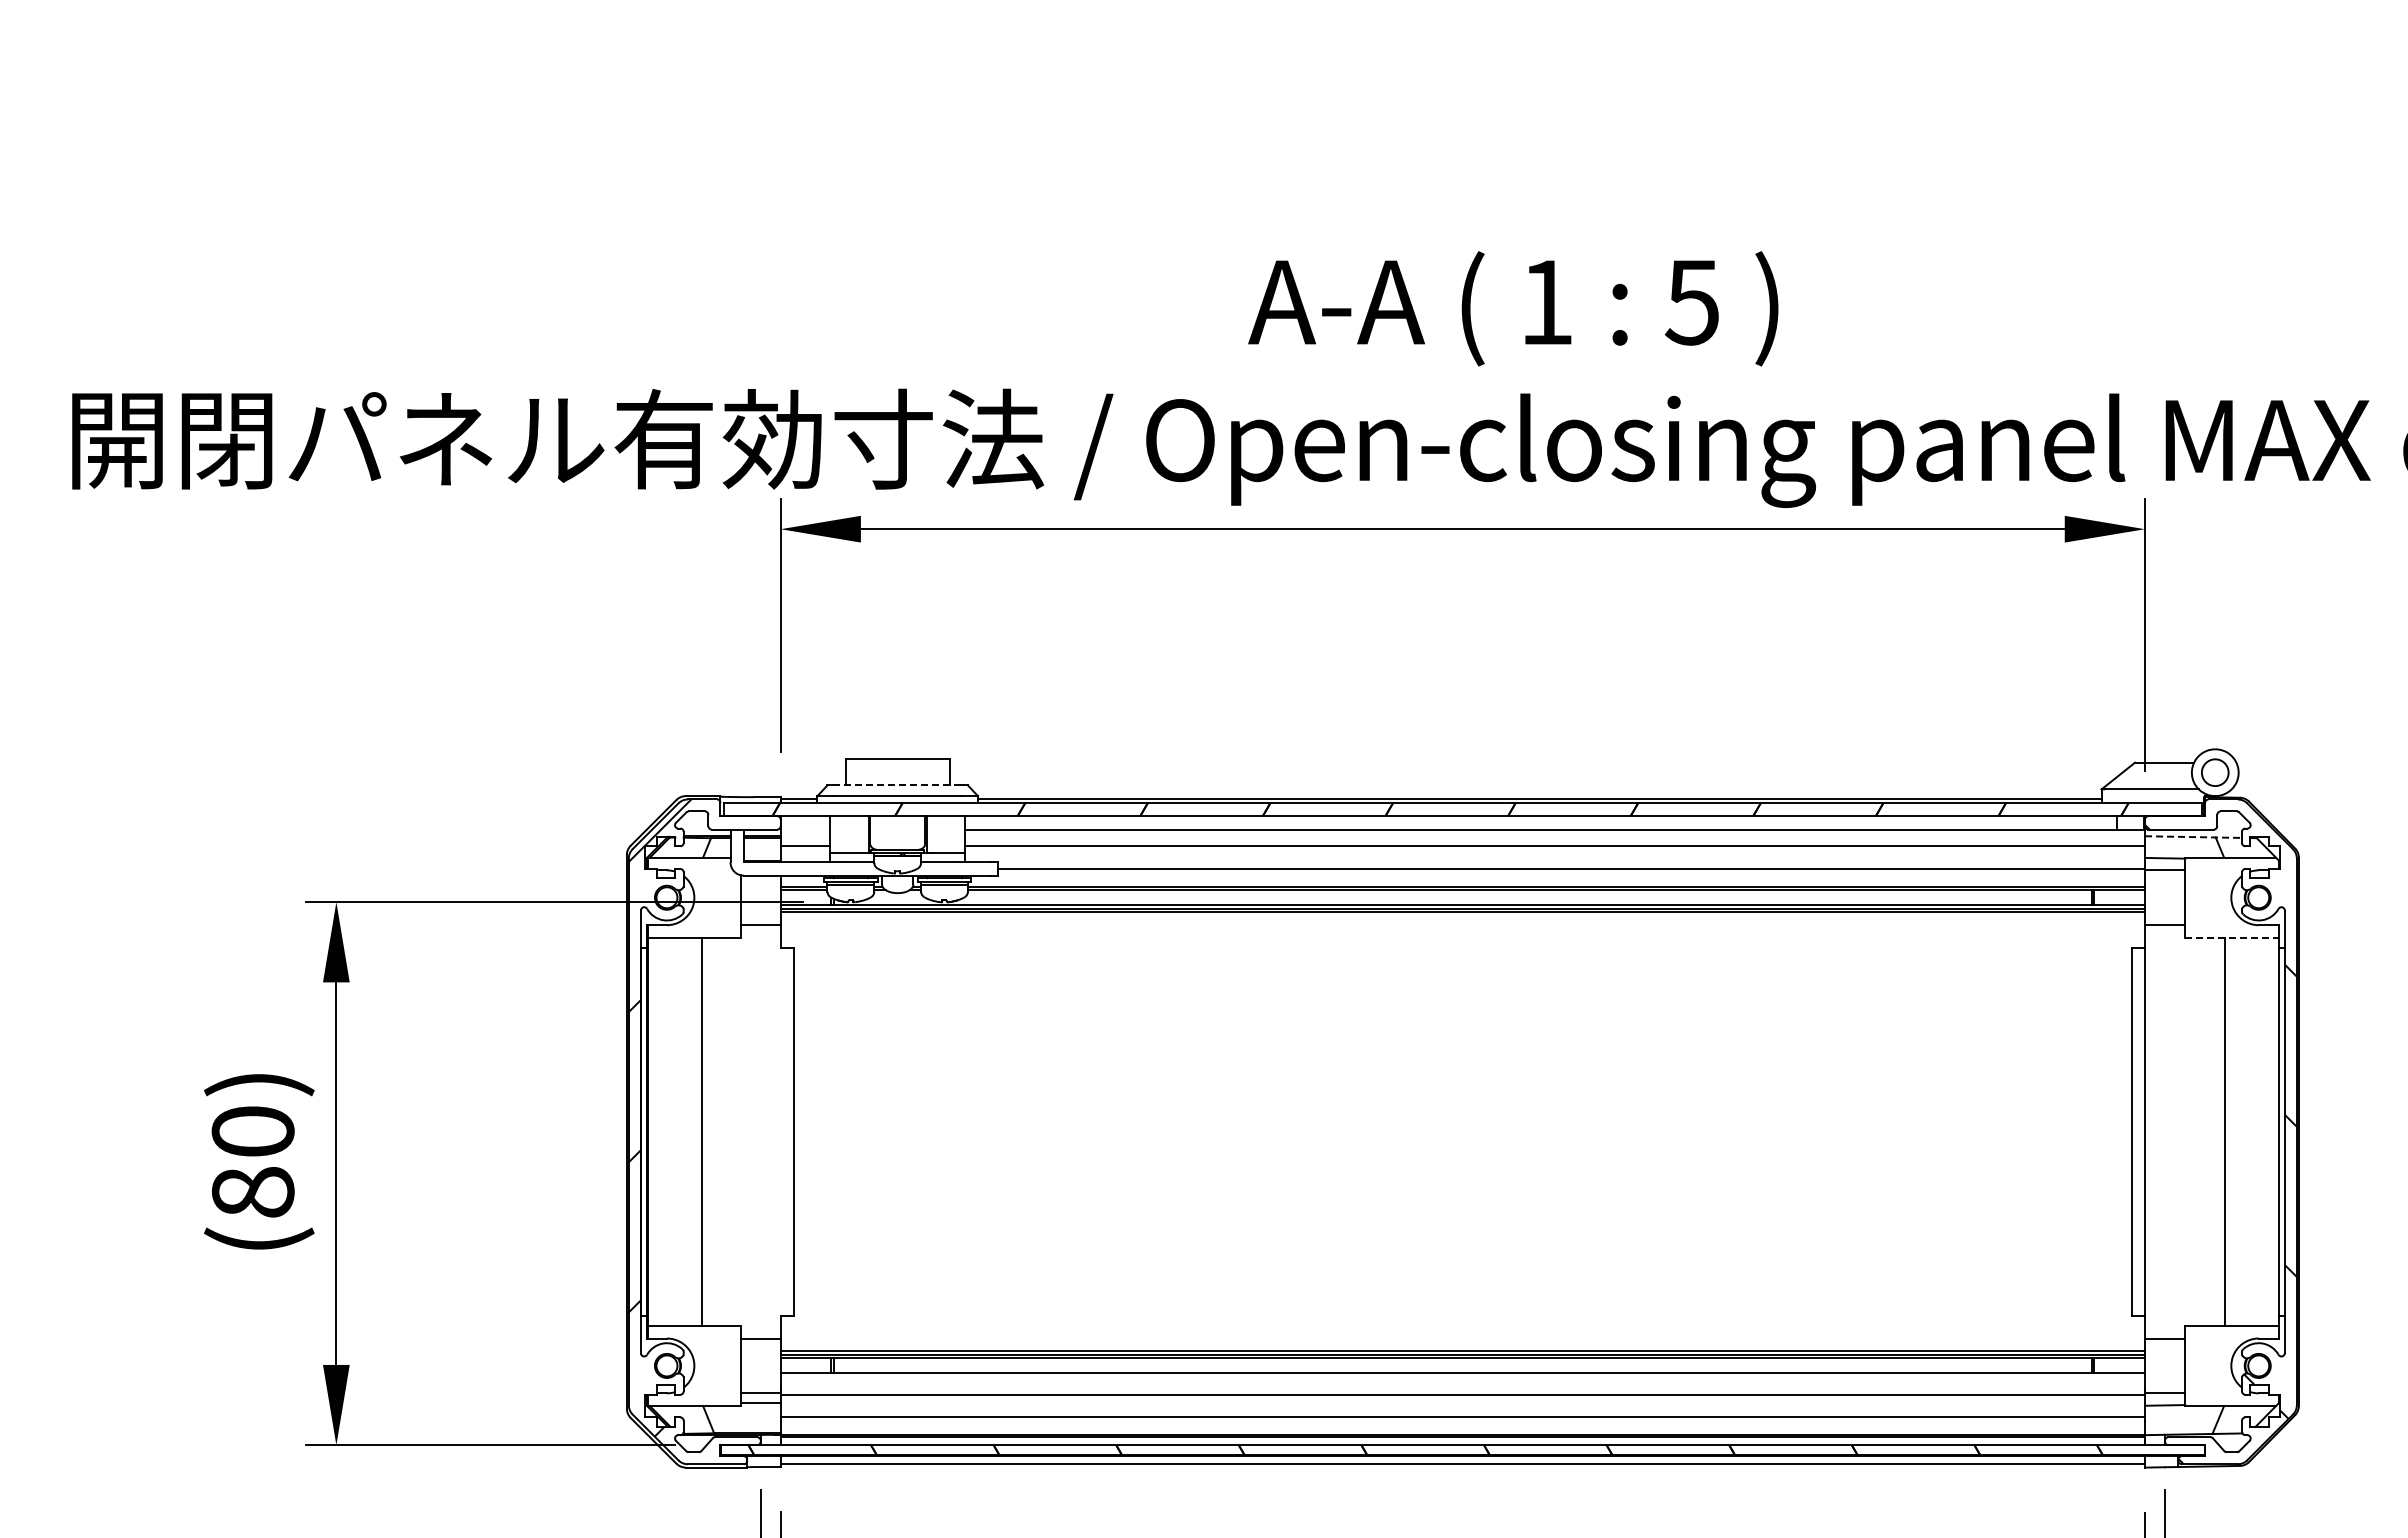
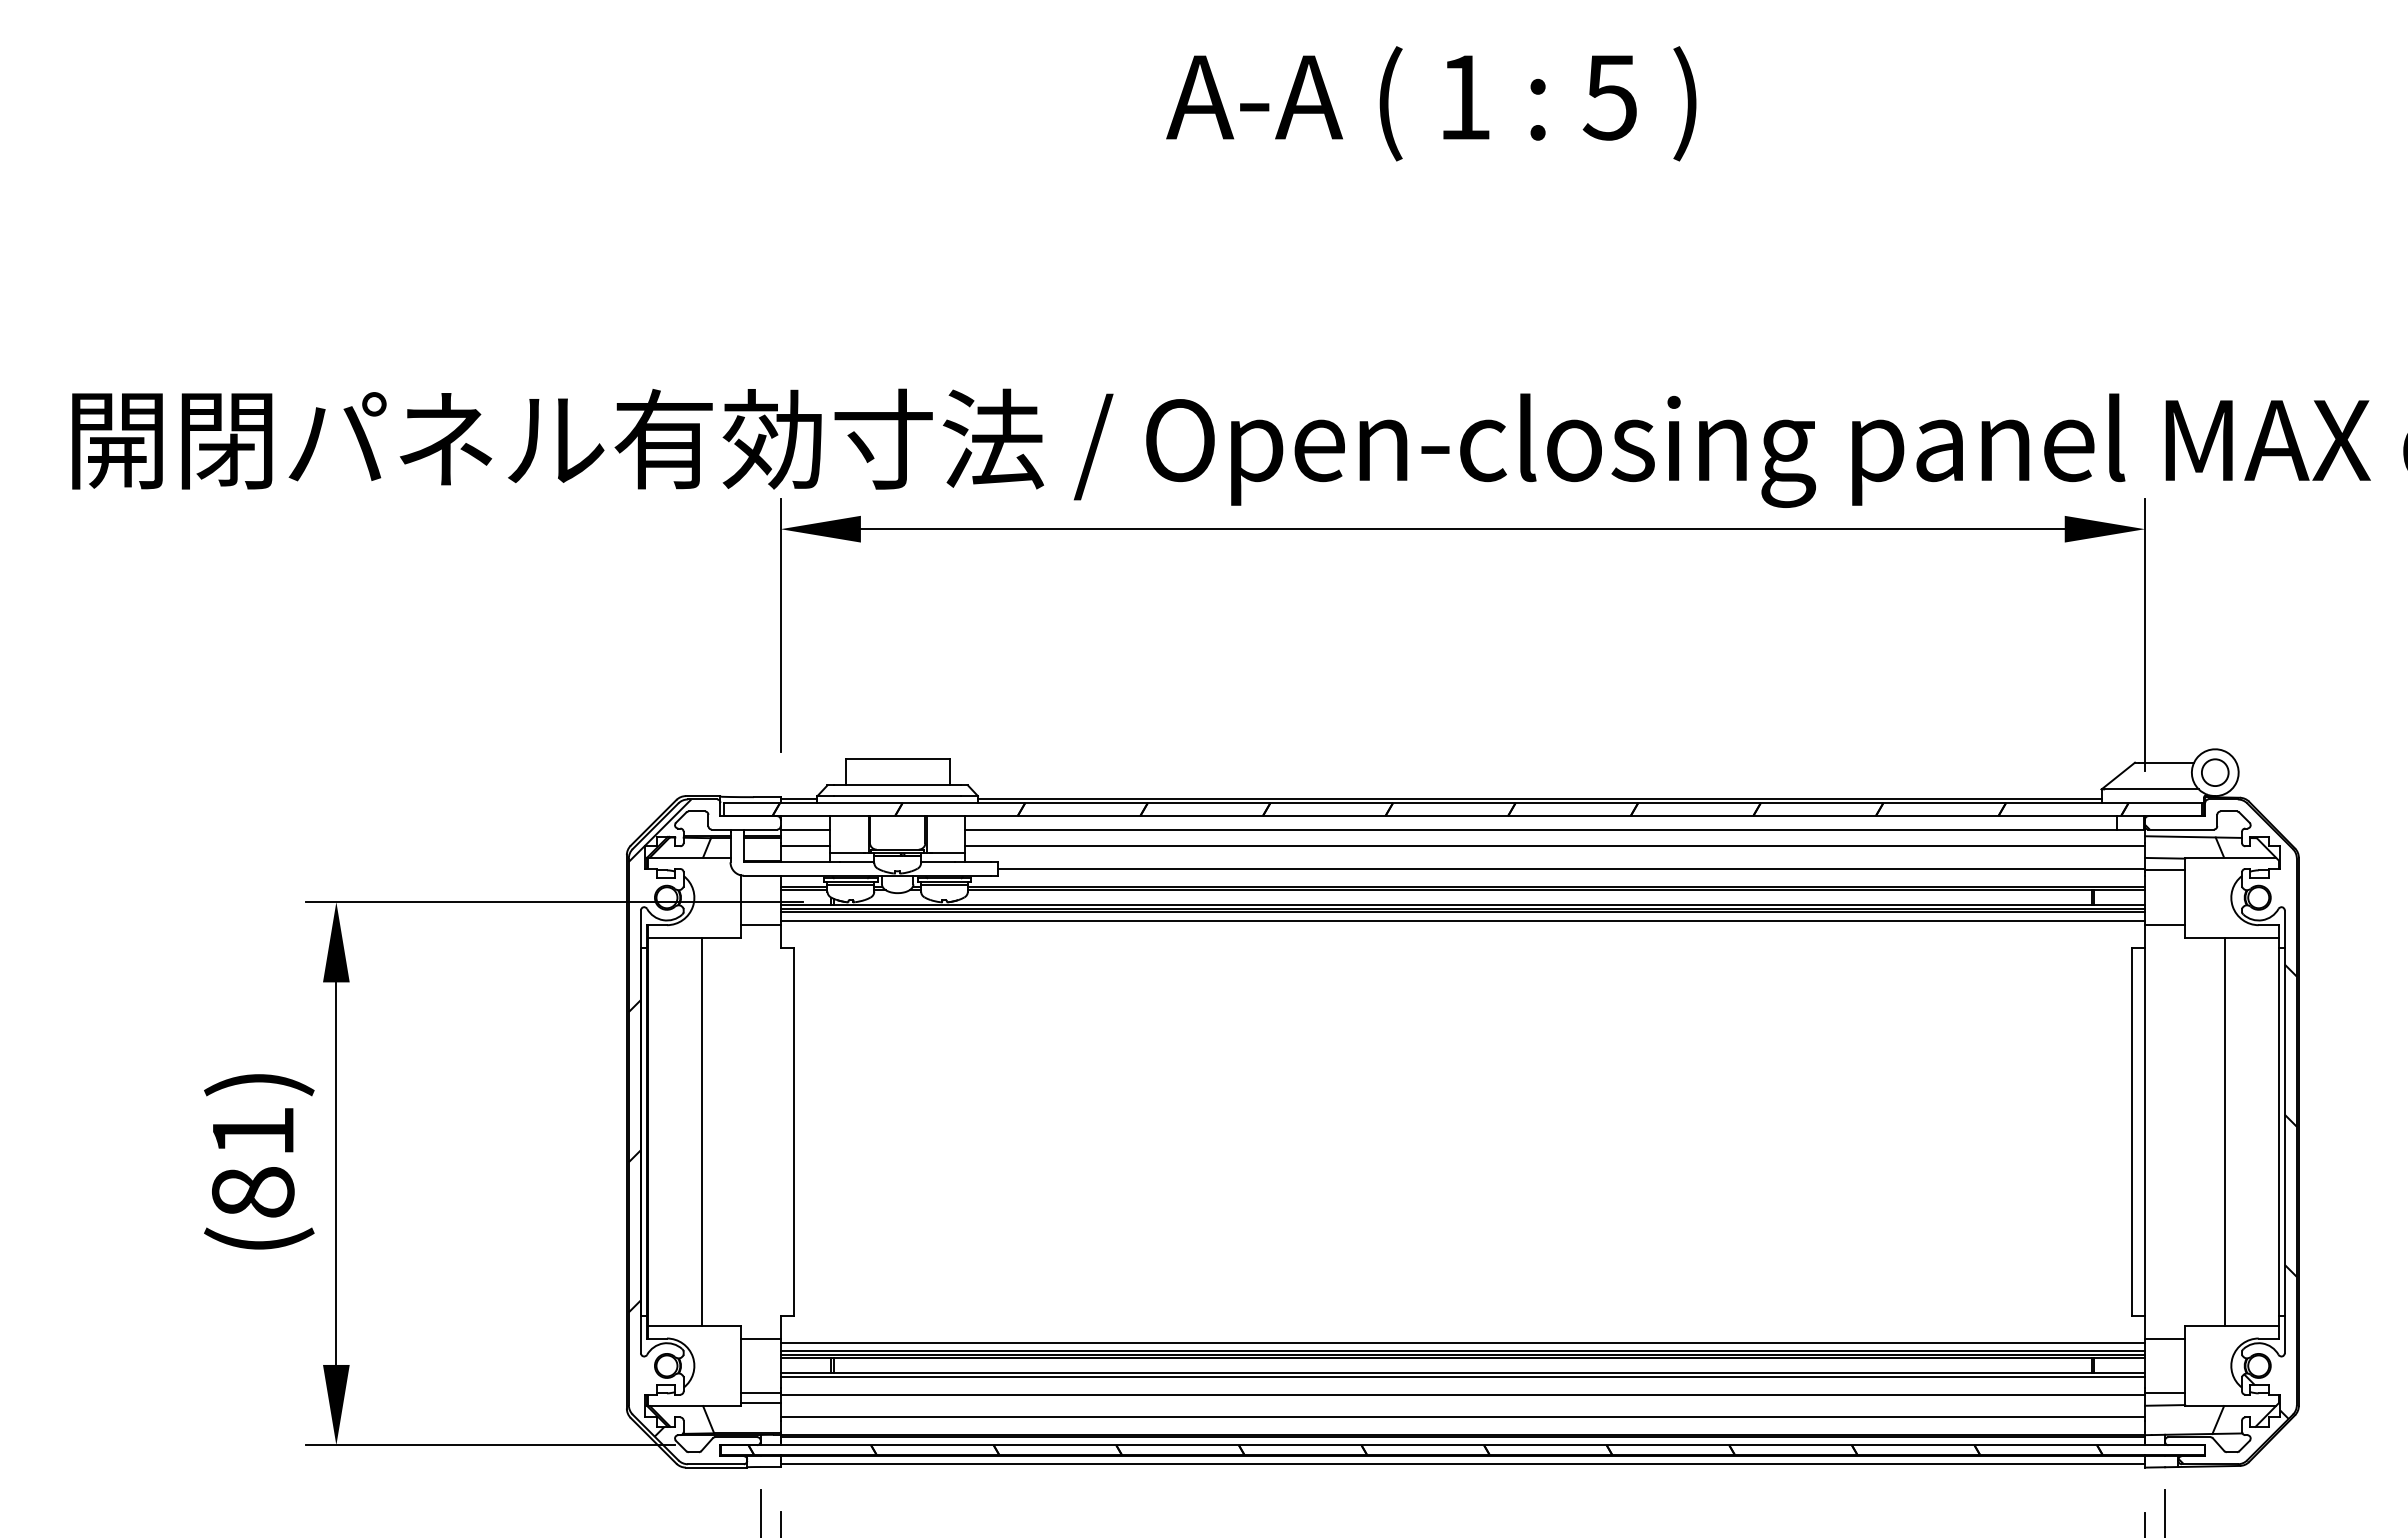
text at (1513, 308) position: (1513, 308) -> (1431, 103)
line at (897, 785): dashed -> solid
line at (805, 829): none -> present
line at (2194, 837): dashed -> solid
line at (1462, 920): none -> present
line at (2231, 937): dashed -> solid
text at (252, 1131): (80) -> (81)
line at (1462, 1343): none -> present
line at (1462, 1377): none -> present
